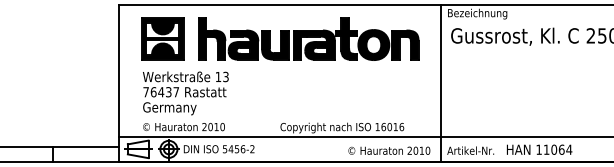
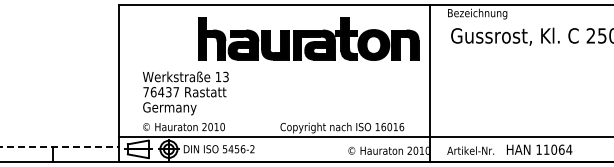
part at (162, 38): present -> none
line at (440, 83) position: (440, 83) -> (429, 83)
line at (59, 146): solid -> dashed
